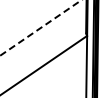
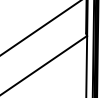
line at (40, 28): dashed -> solid
